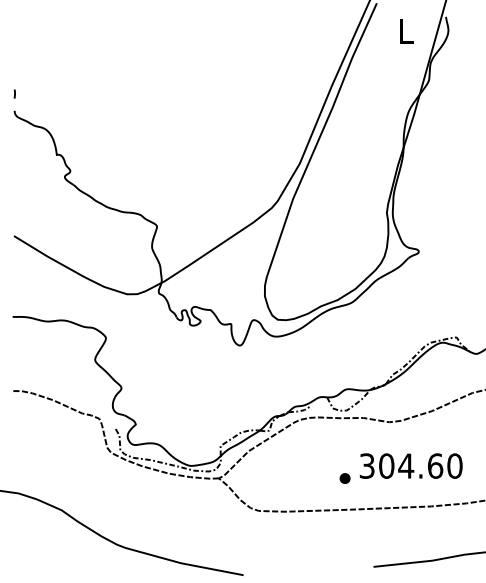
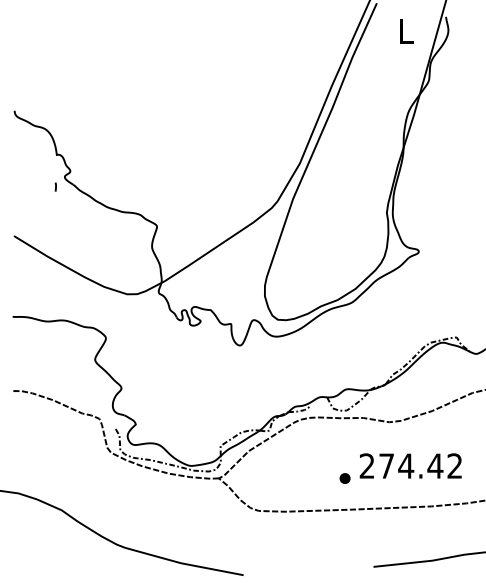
curve at (14, 93) position: (14, 93) -> (55, 186)
text at (410, 465): 304.60 -> 274.42
